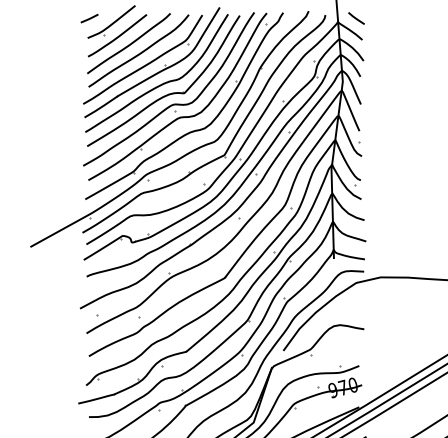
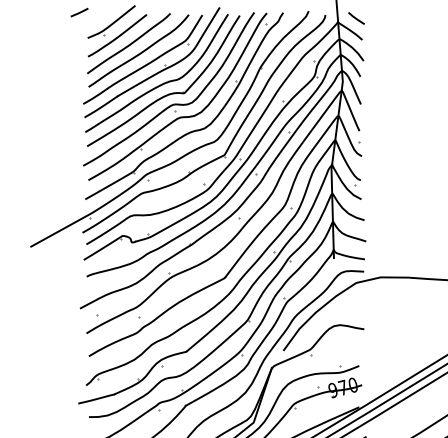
line at (89, 18) position: (89, 18) -> (79, 12)
